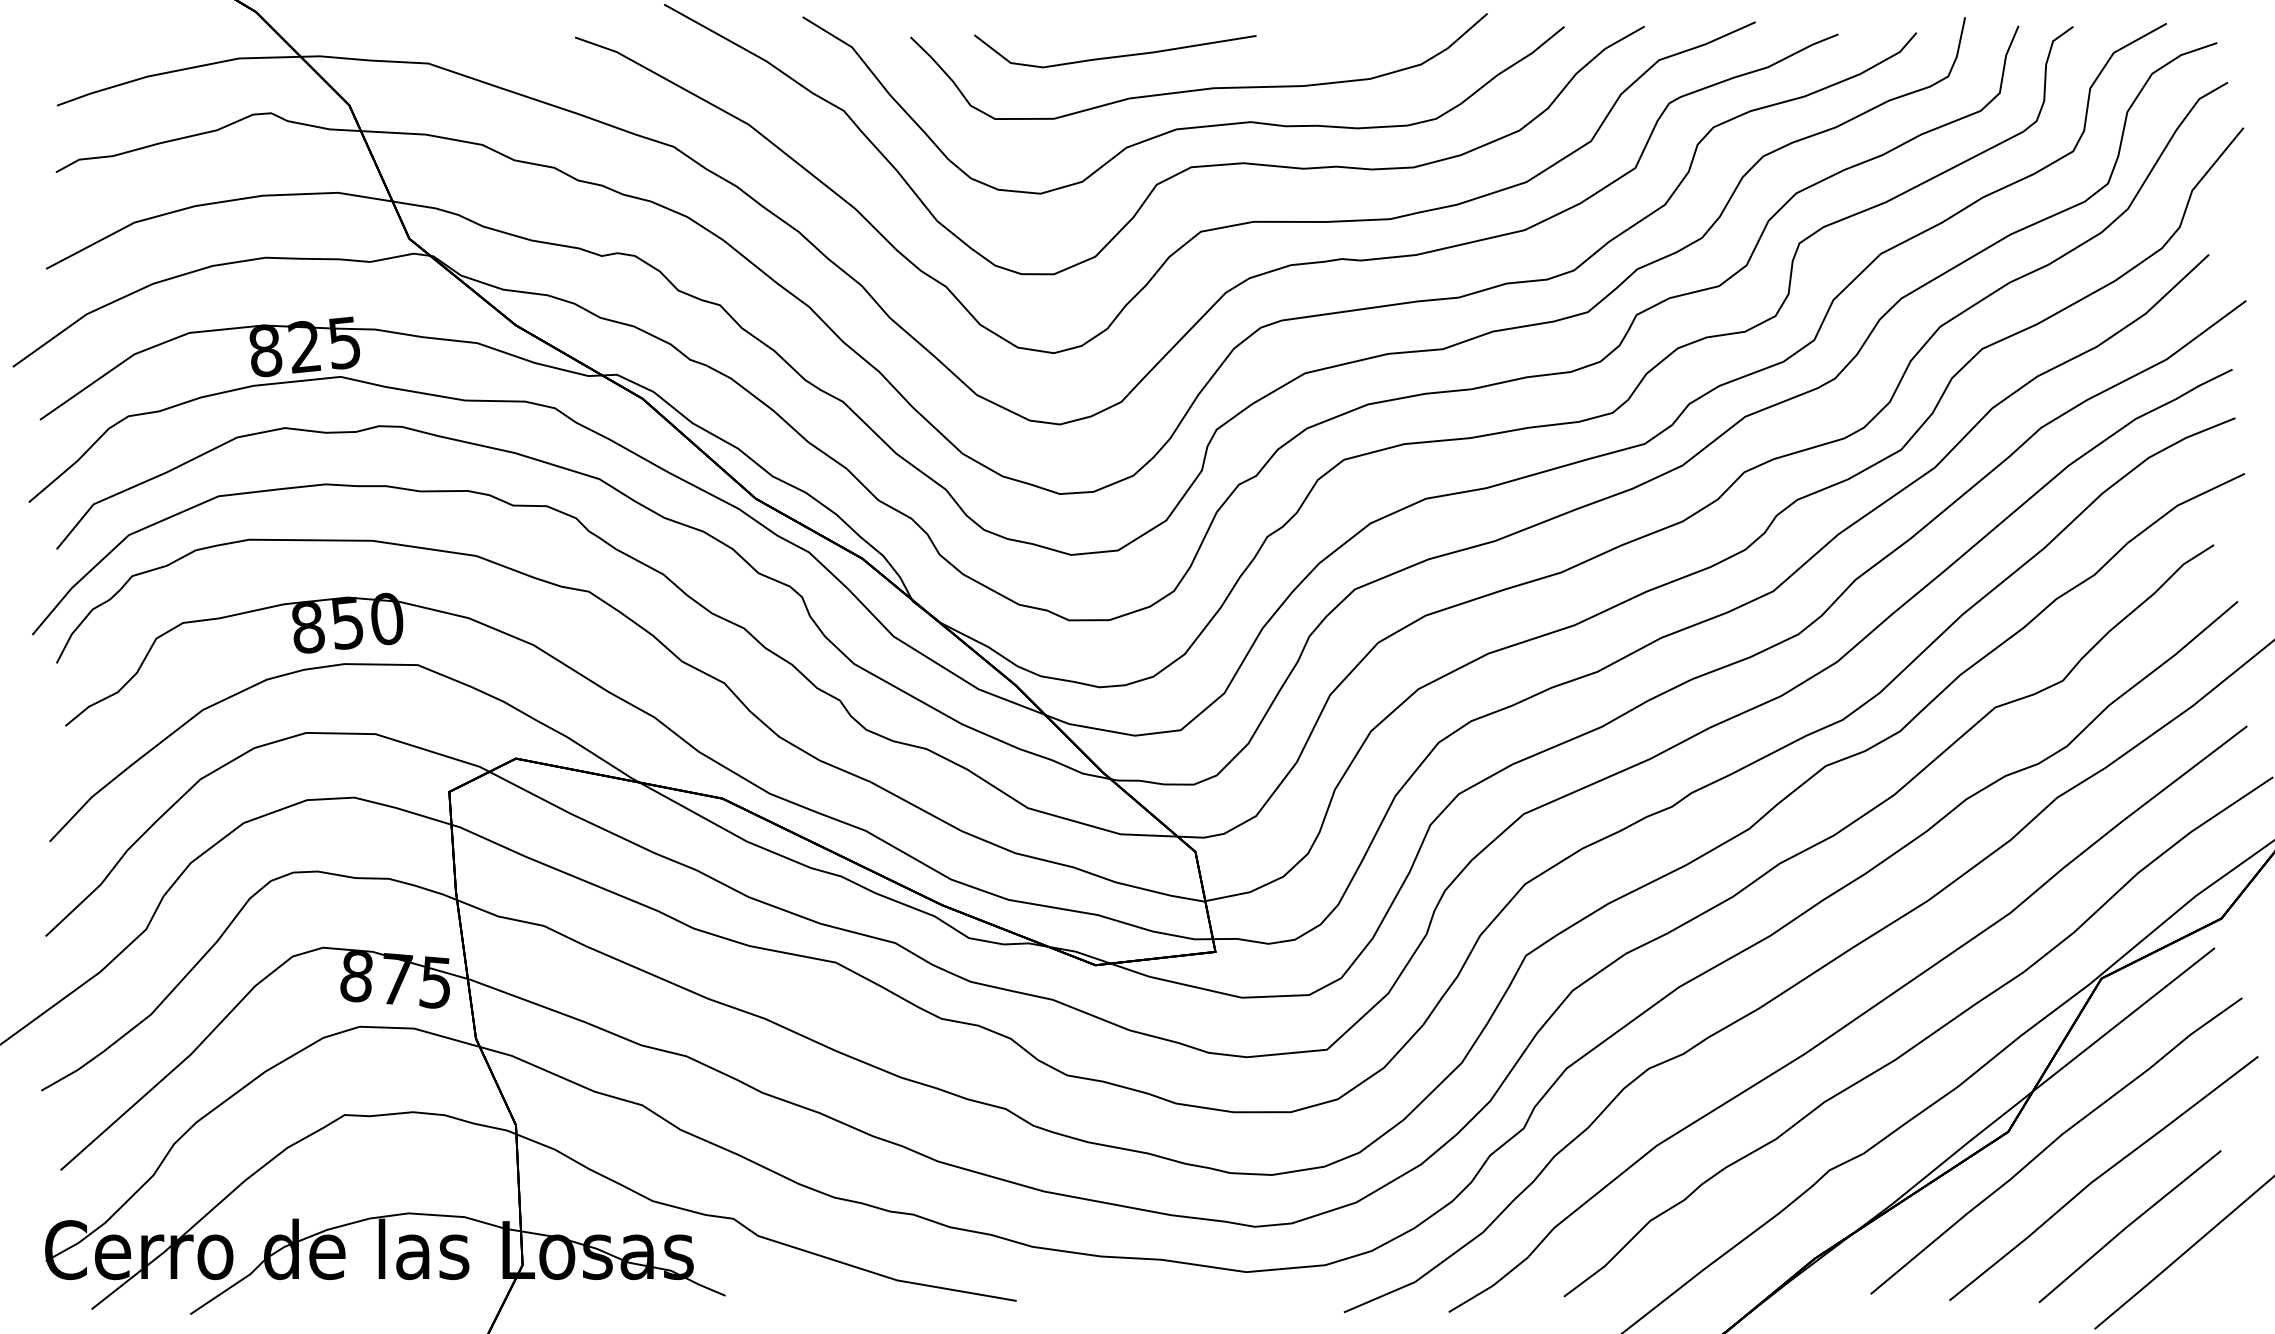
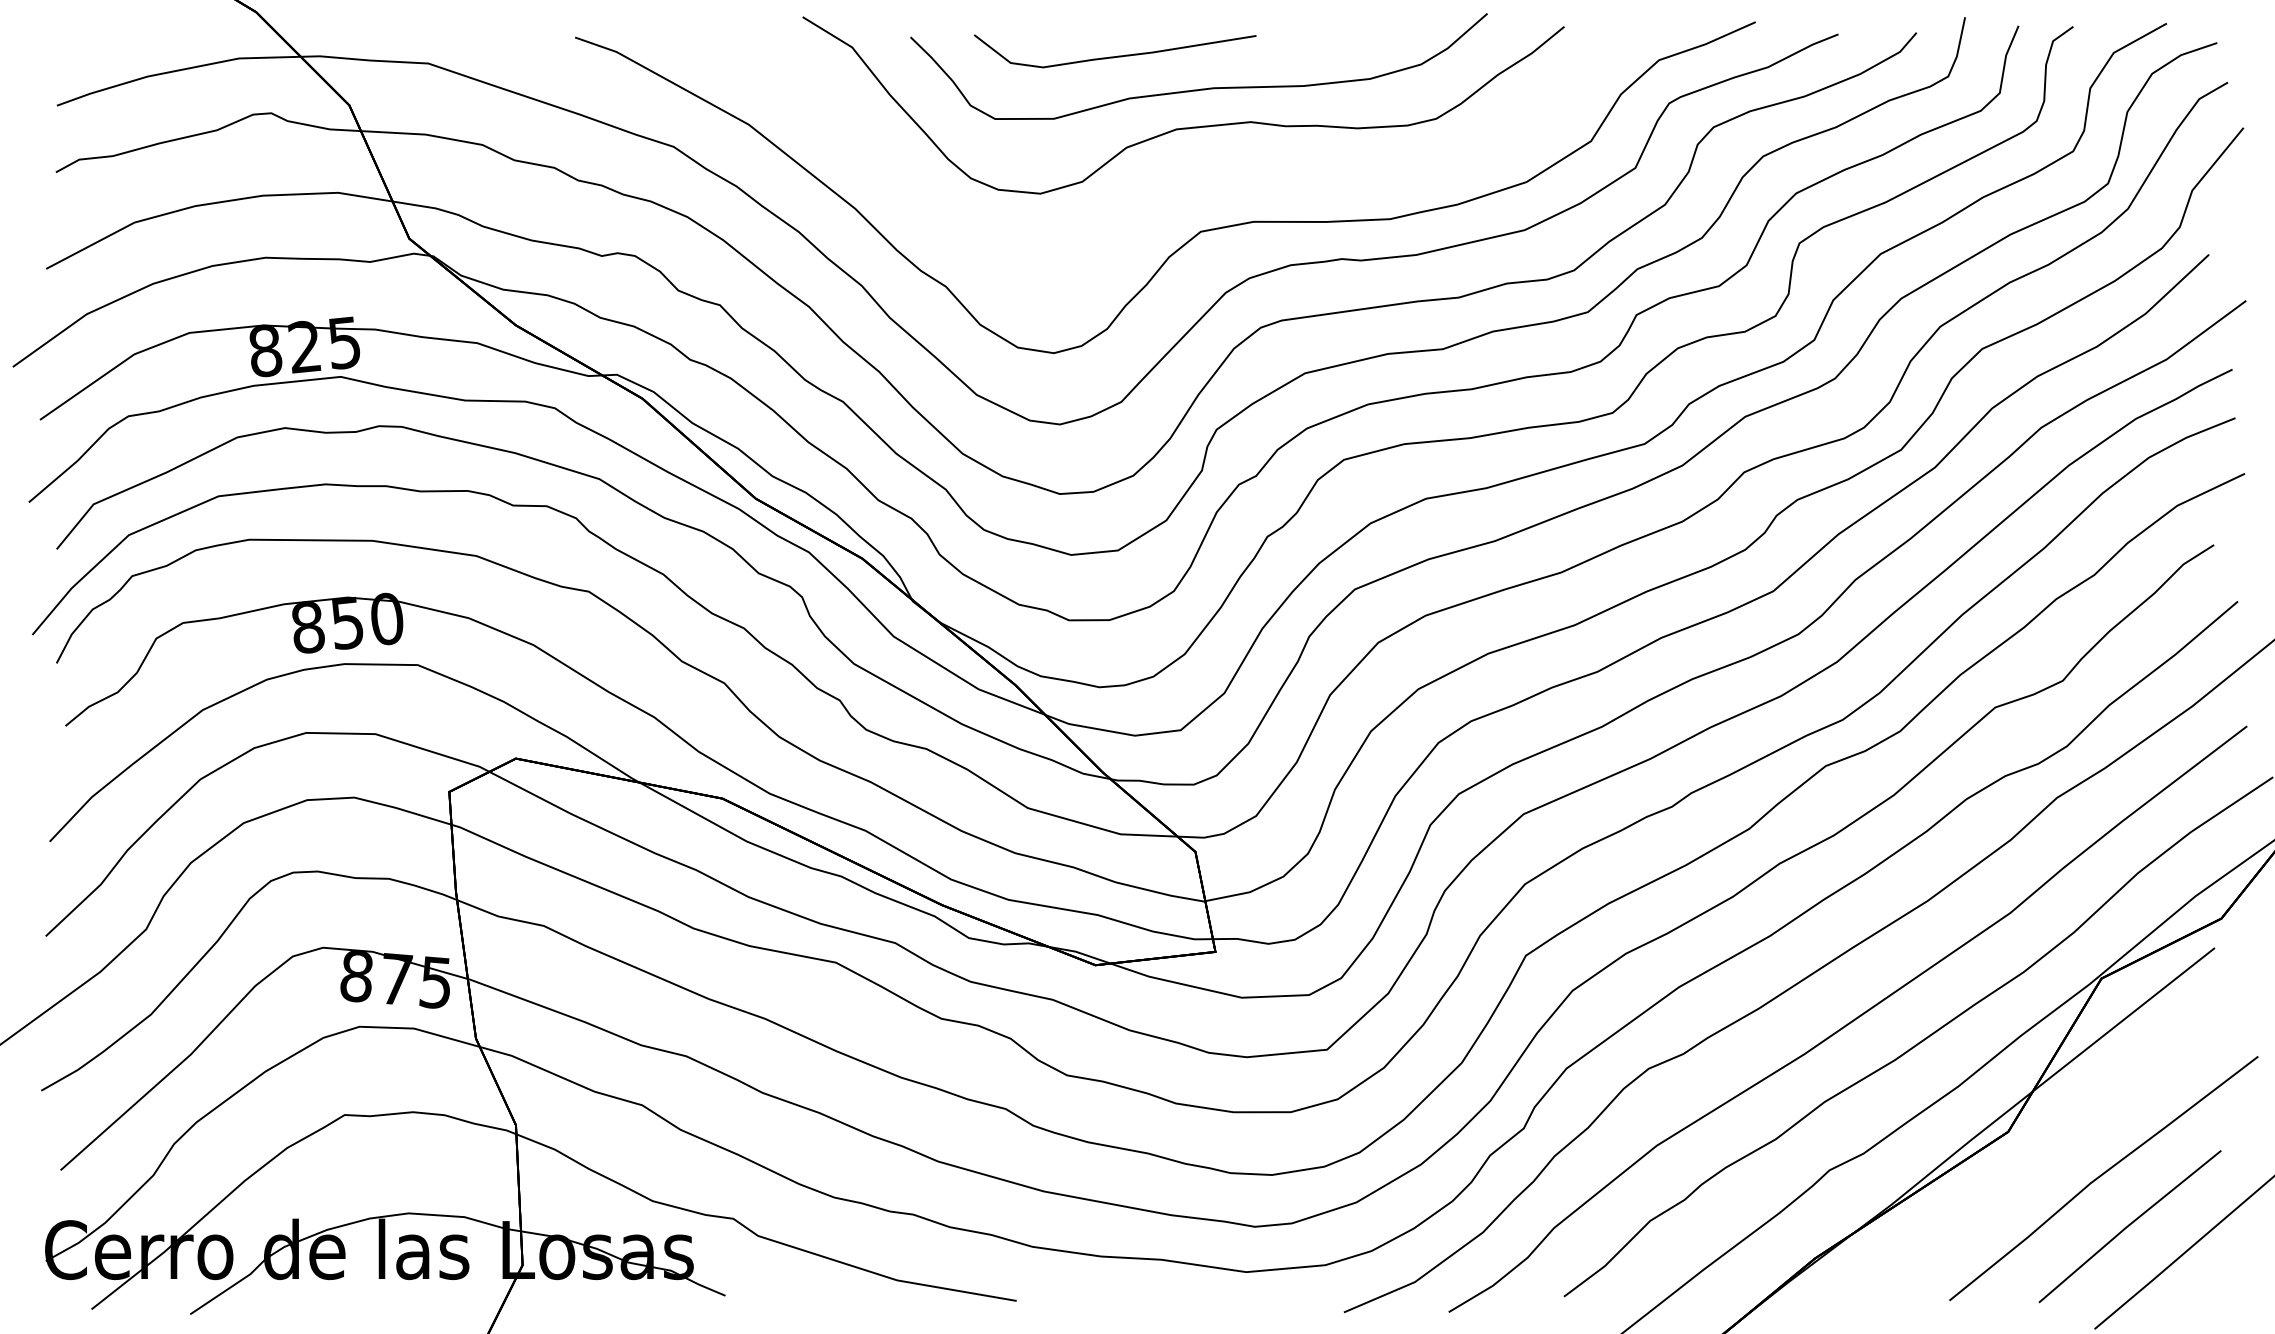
part at (1172, 175): present -> none
part at (2056, 1145): present -> none
